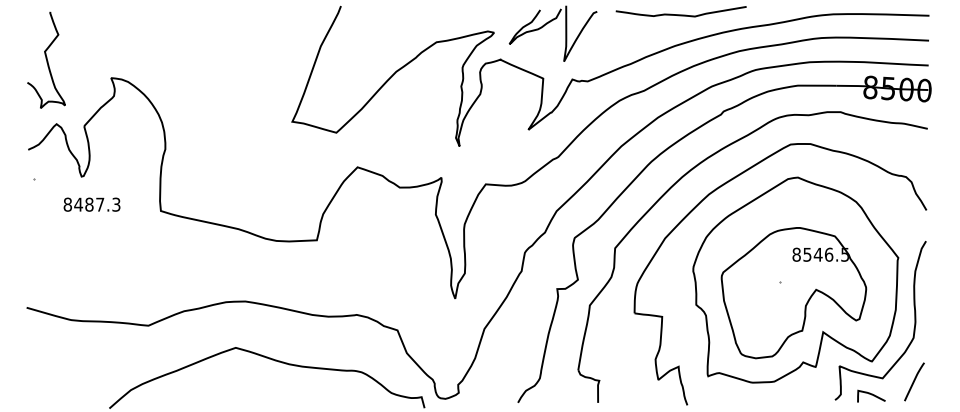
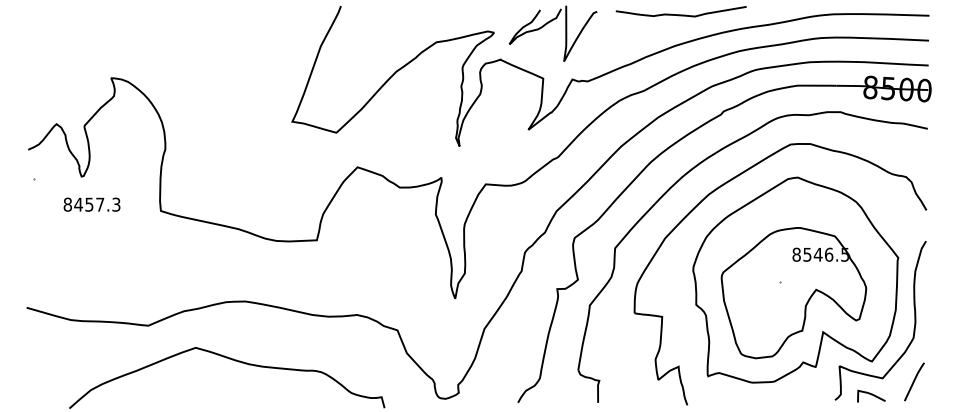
curve at (46, 59): present -> none
text at (89, 204): 8487.3 -> 8457.3
curve at (272, 360) position: (272, 360) -> (232, 360)
